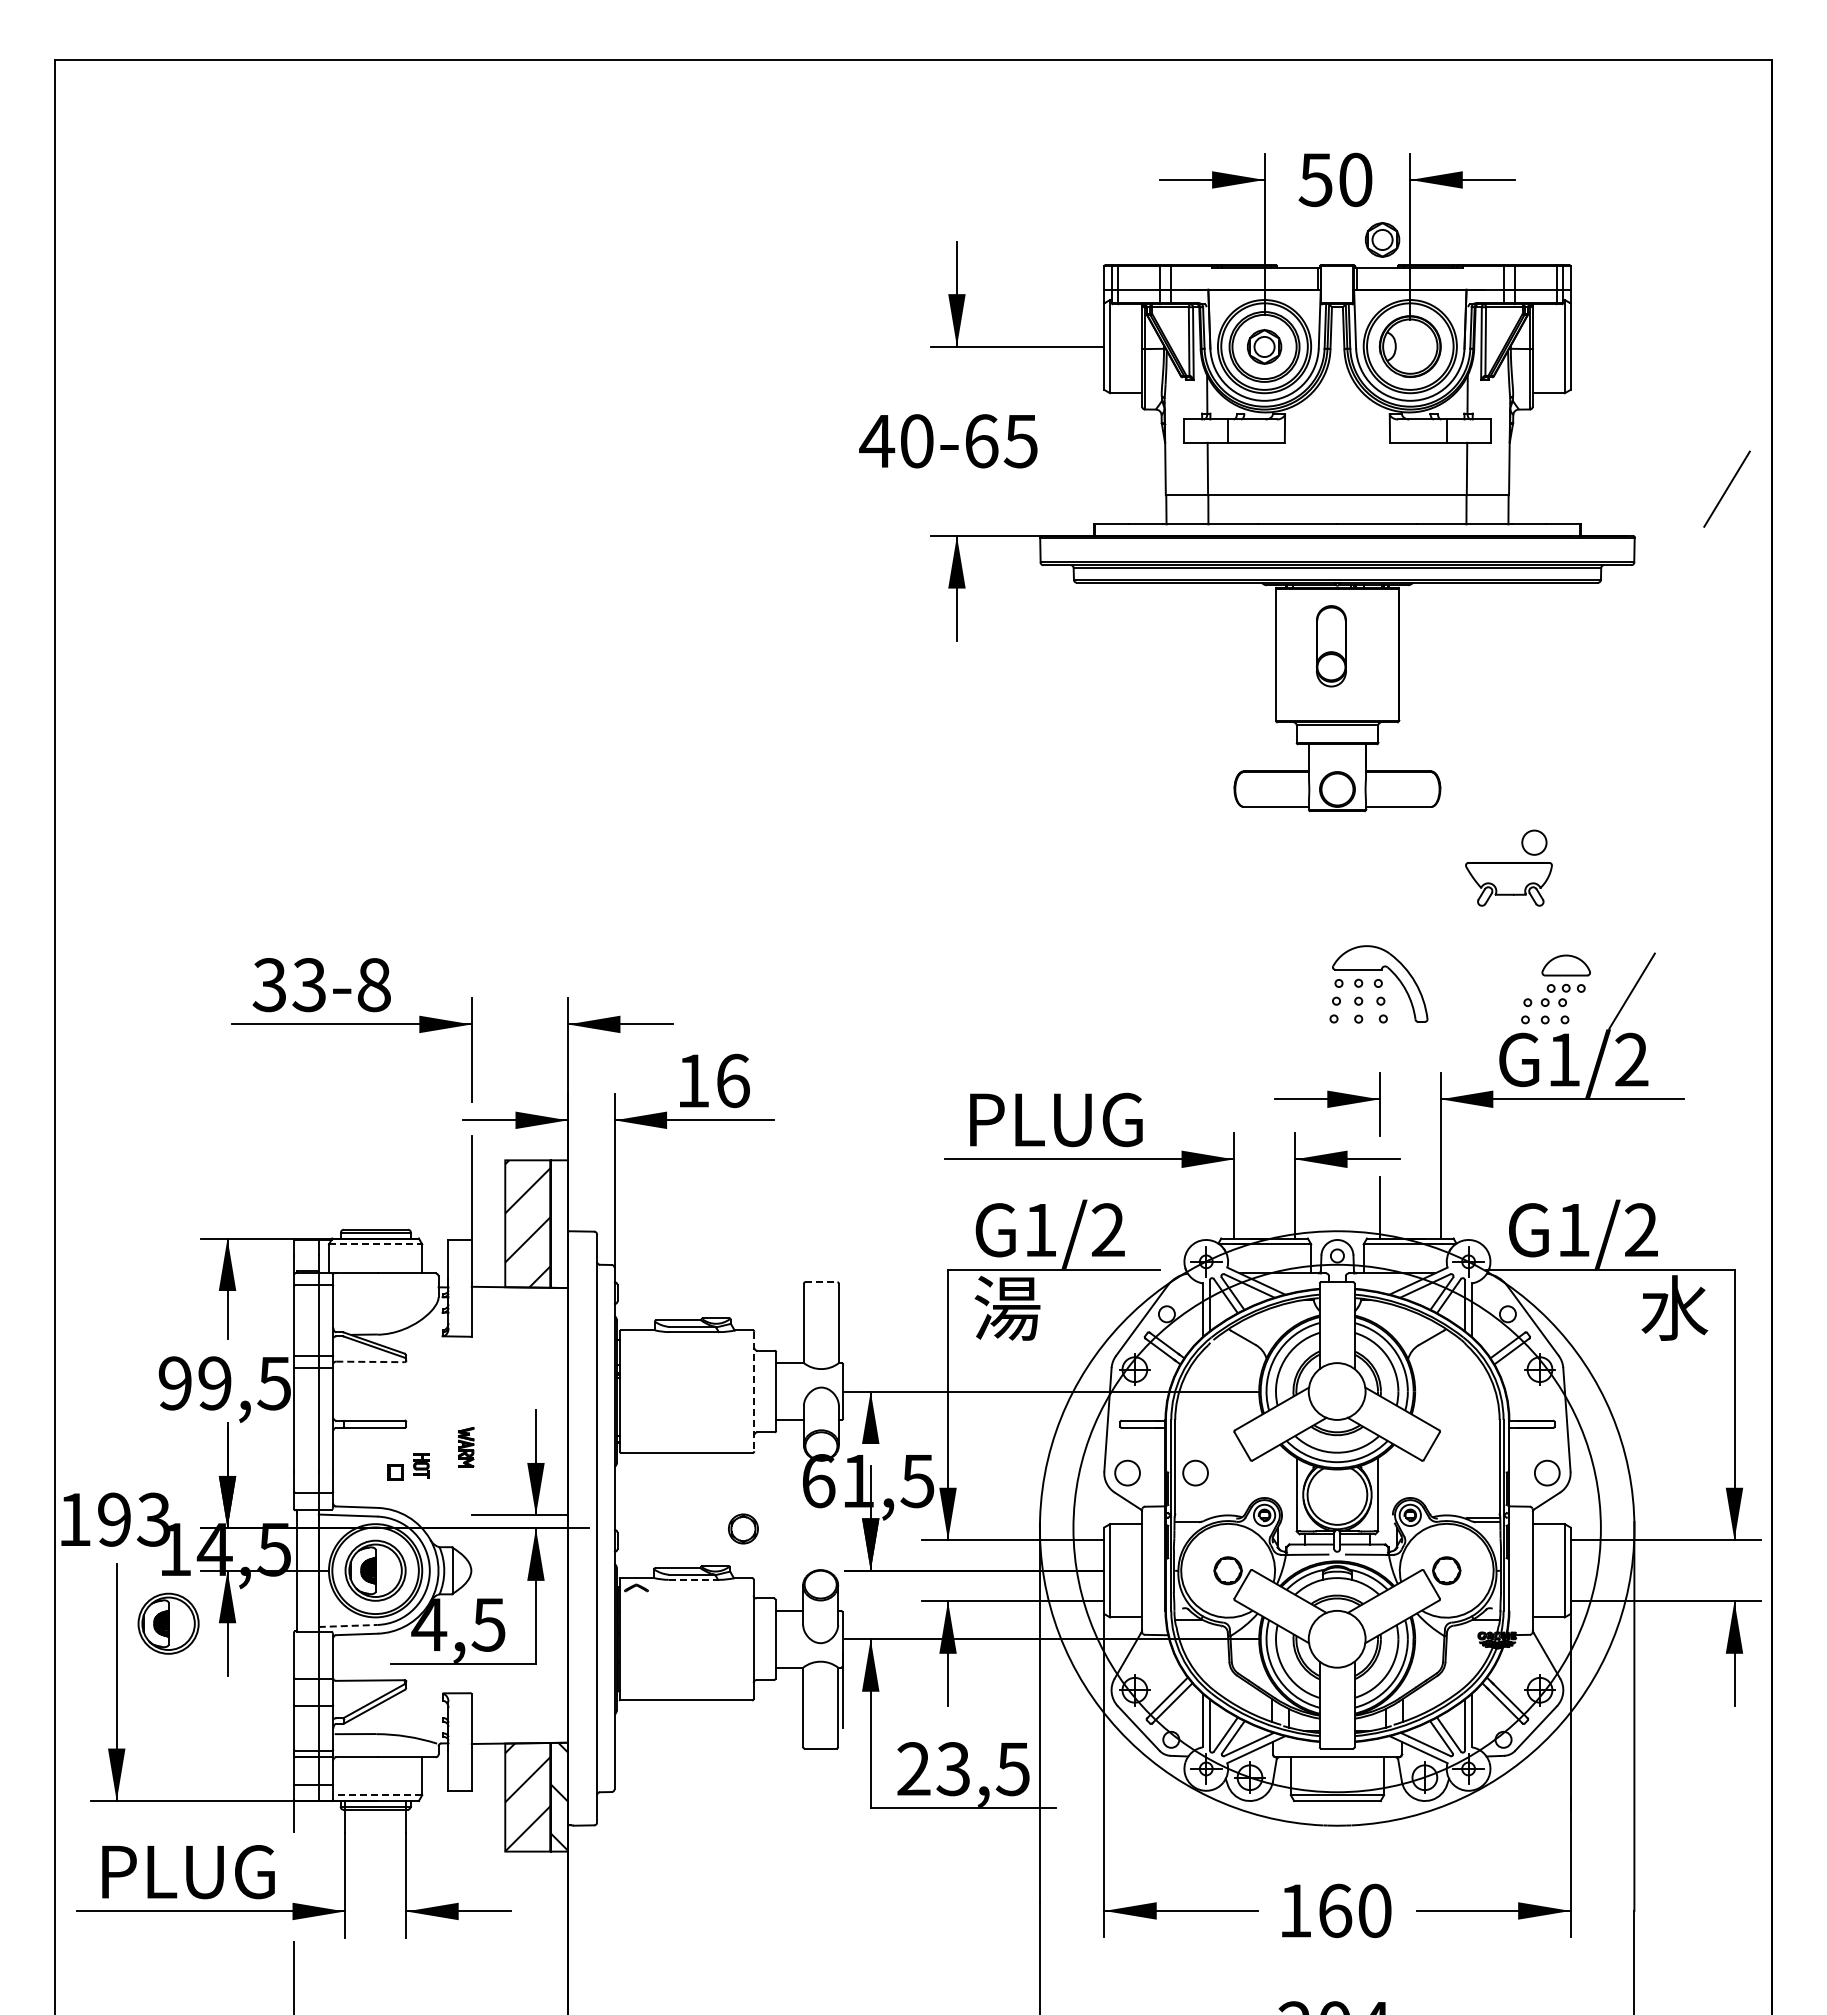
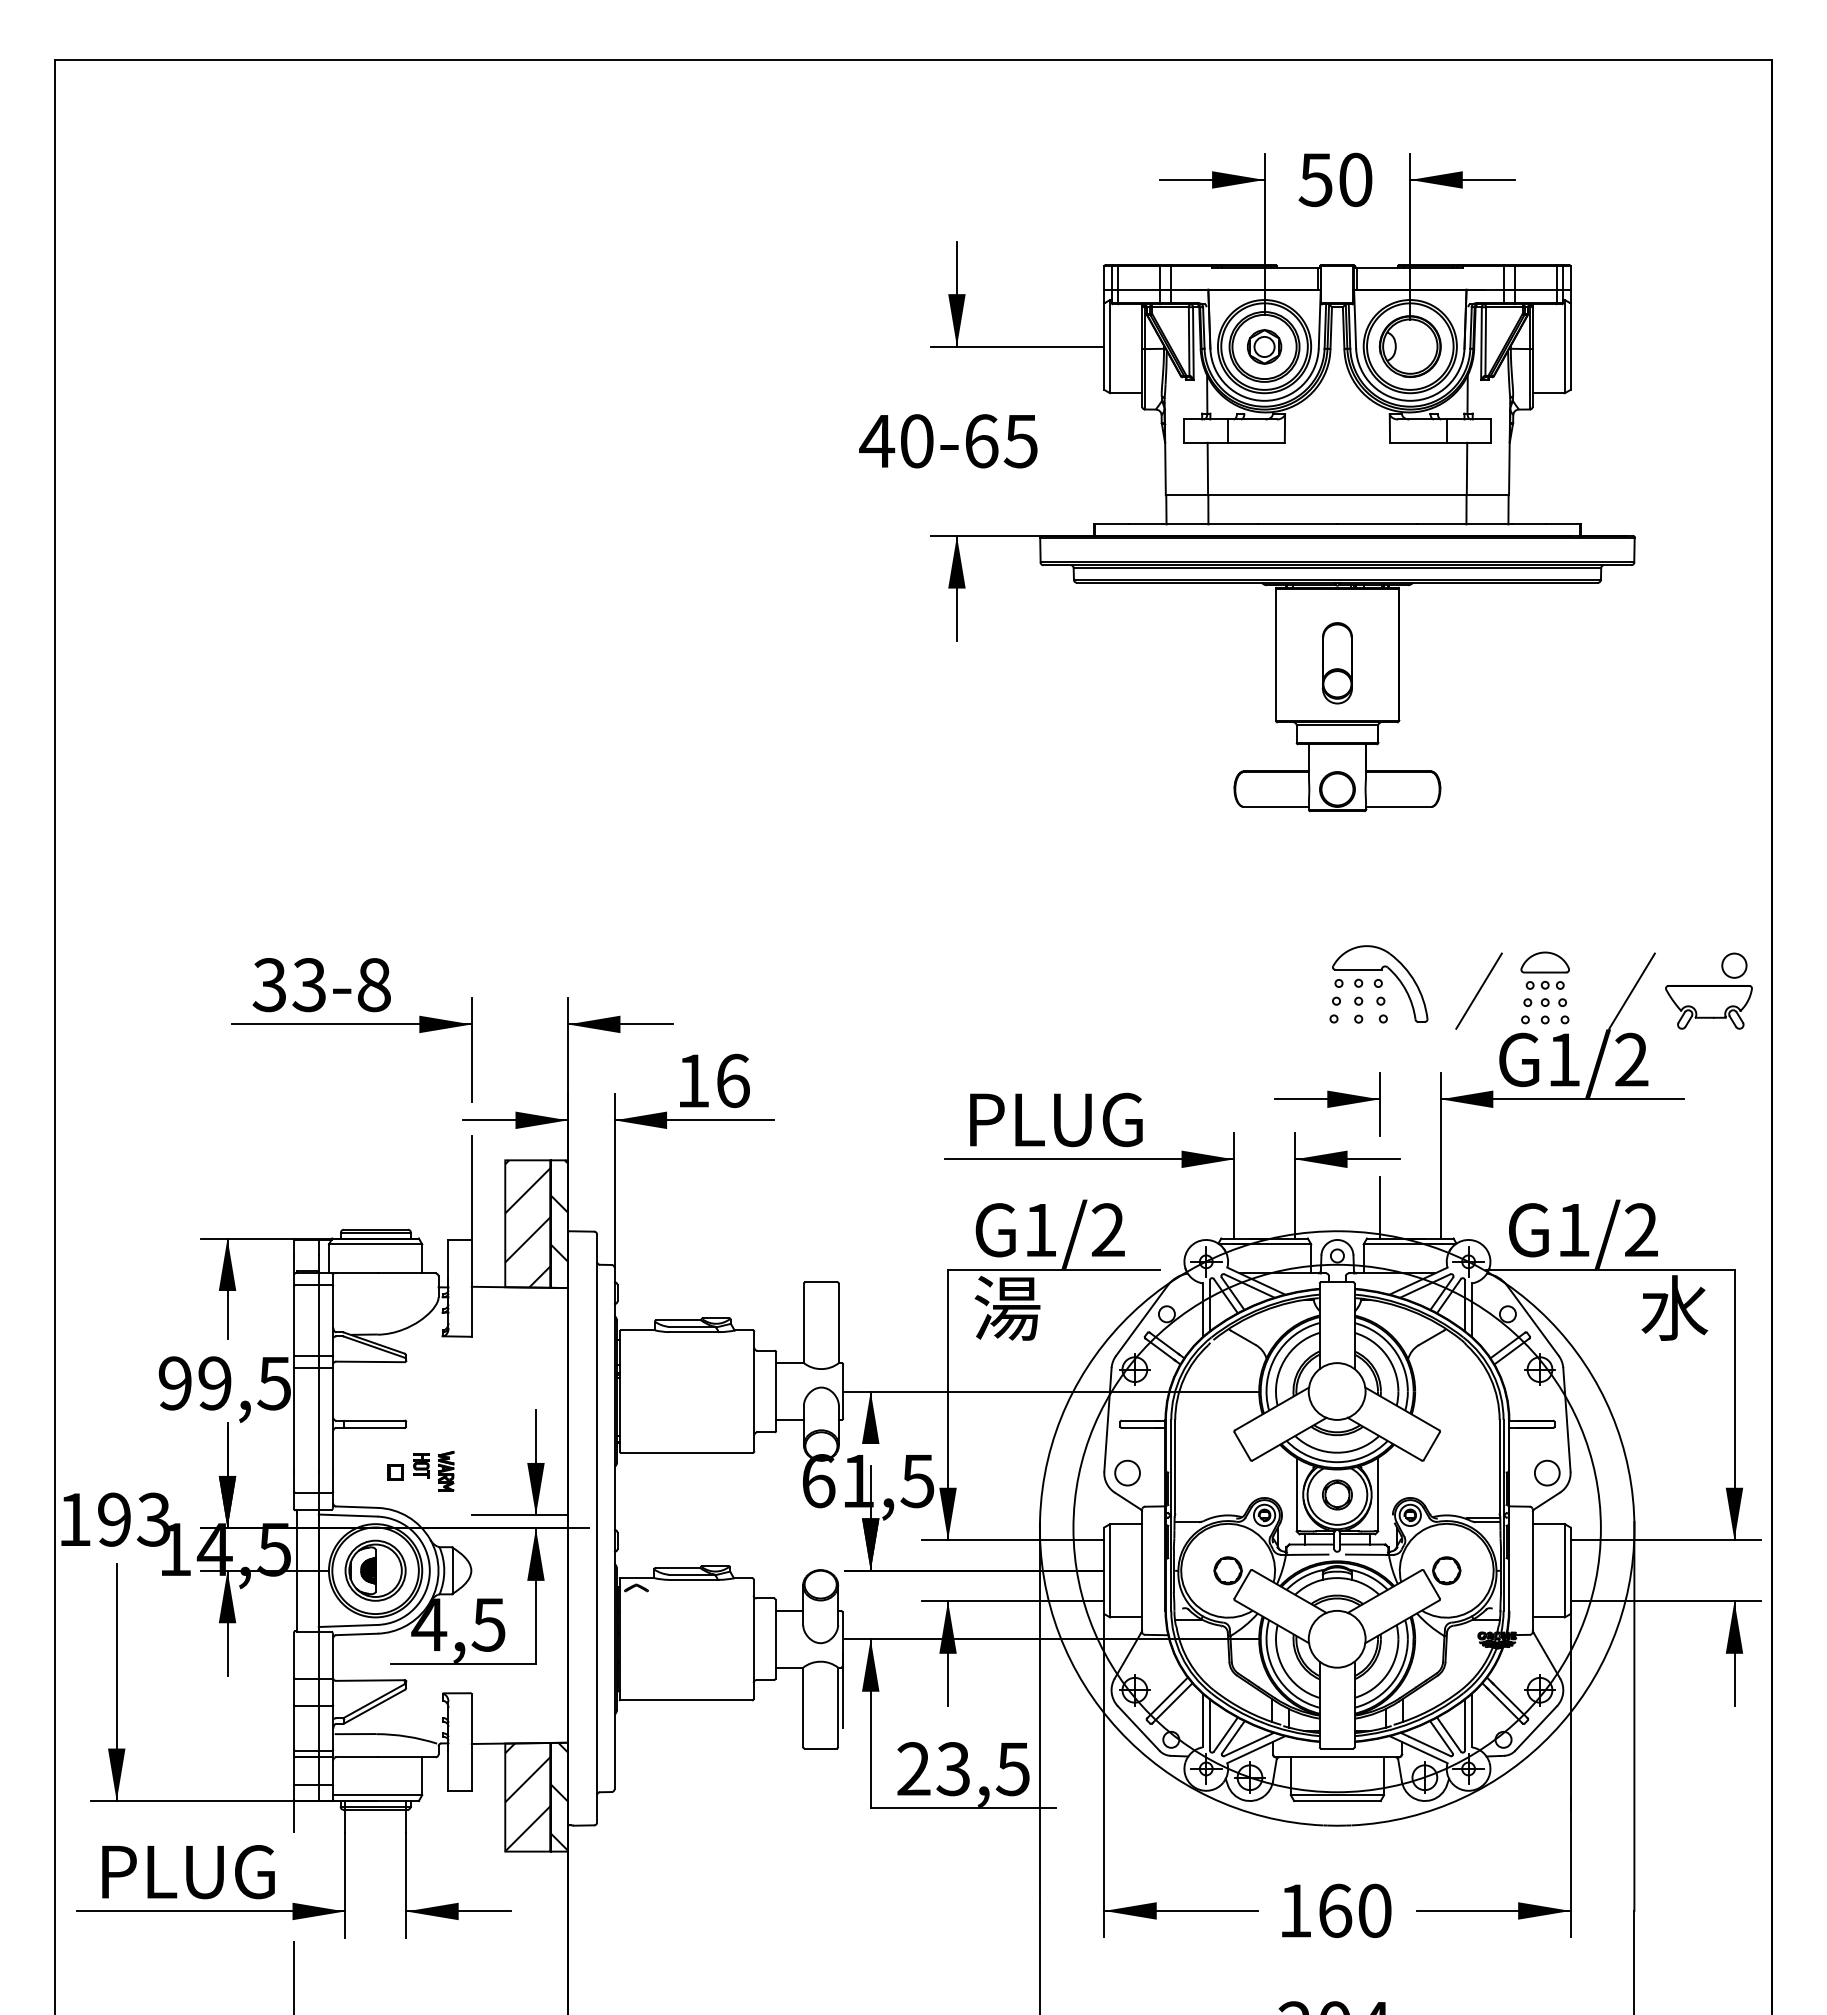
part at (1382, 239): present -> none
line at (1726, 488) position: (1726, 488) -> (1478, 990)
part at (1330, 646) position: (1330, 646) -> (1336, 663)
part at (1508, 867) position: (1508, 867) -> (1708, 990)
part at (1565, 973) position: (1565, 973) -> (1544, 970)
hatch at (558, 1210): none -> present
line at (375, 1244): dashed -> solid
line at (821, 1282): dashed -> solid
line at (371, 1361): dashed -> solid
line at (754, 1391): dashed -> solid
part at (466, 1447) position: (466, 1447) -> (446, 1471)
circle at (1195, 1472): present -> none
part at (743, 1528) position: (743, 1528) -> (1337, 1494)
line at (694, 1579): dashed -> solid
part at (168, 1623): present -> none
line at (348, 1625): dashed -> solid
line at (377, 1795): dashed -> solid
